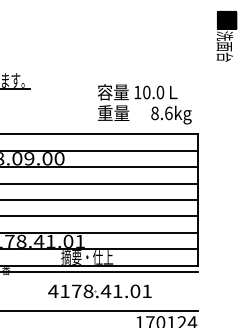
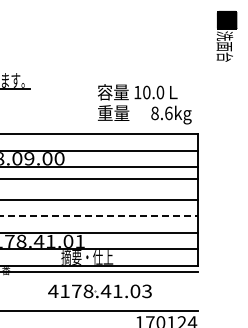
line at (99, 183) position: (99, 183) -> (99, 178)
line at (98, 216): solid -> dashed
text at (146, 291): 4178.41.01 -> 4178.41.03
